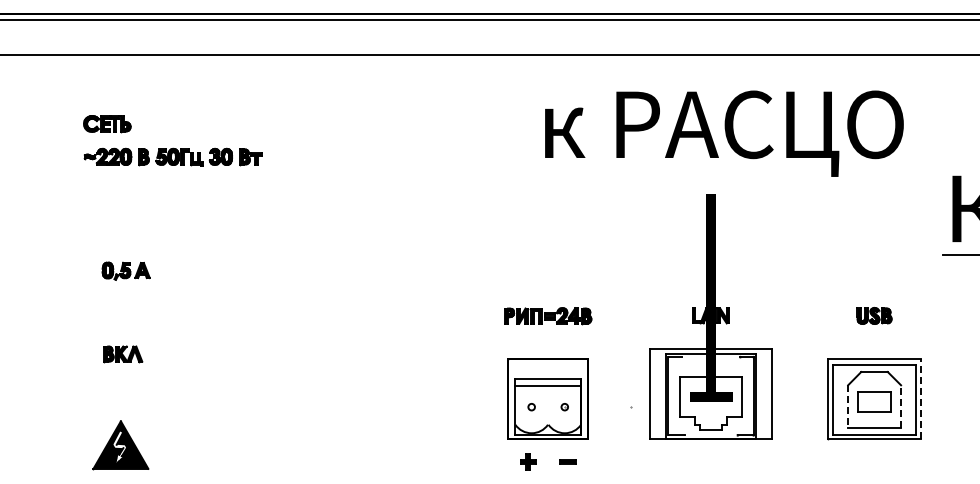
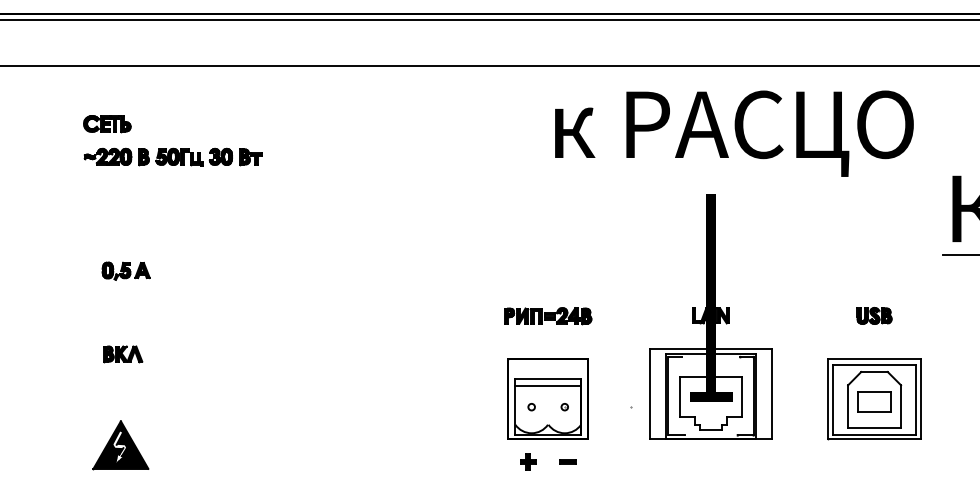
line at (489, 55) position: (489, 55) -> (489, 66)
text at (724, 133) position: (724, 133) -> (734, 133)
line at (920, 398): dashed -> solid
line at (848, 406): dashed -> solid
line at (901, 406): dashed -> solid
